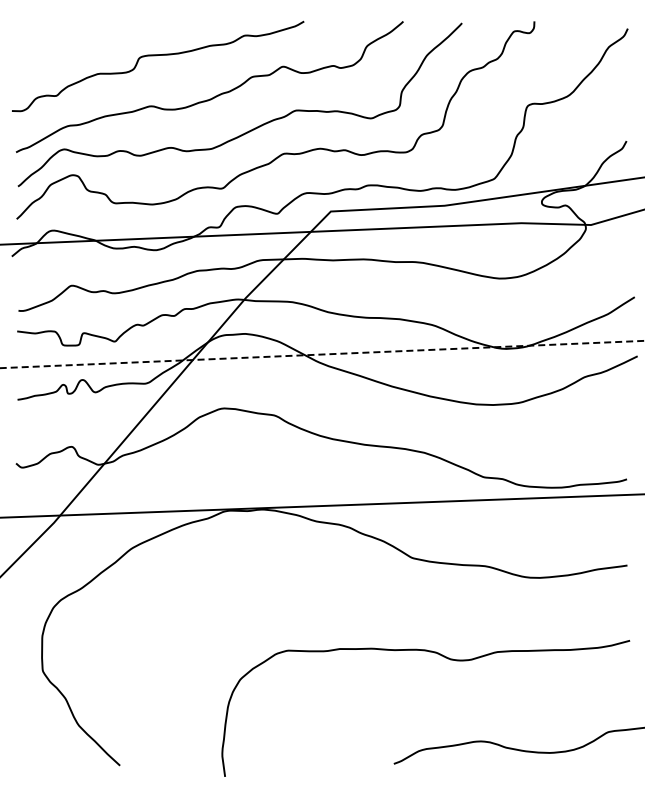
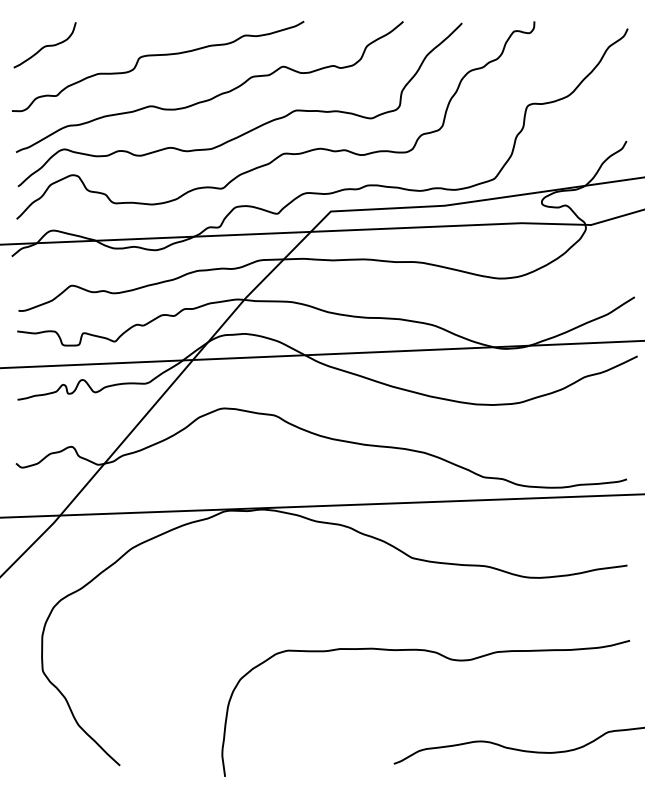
curve at (44, 45): none -> present
line at (322, 354): dashed -> solid
